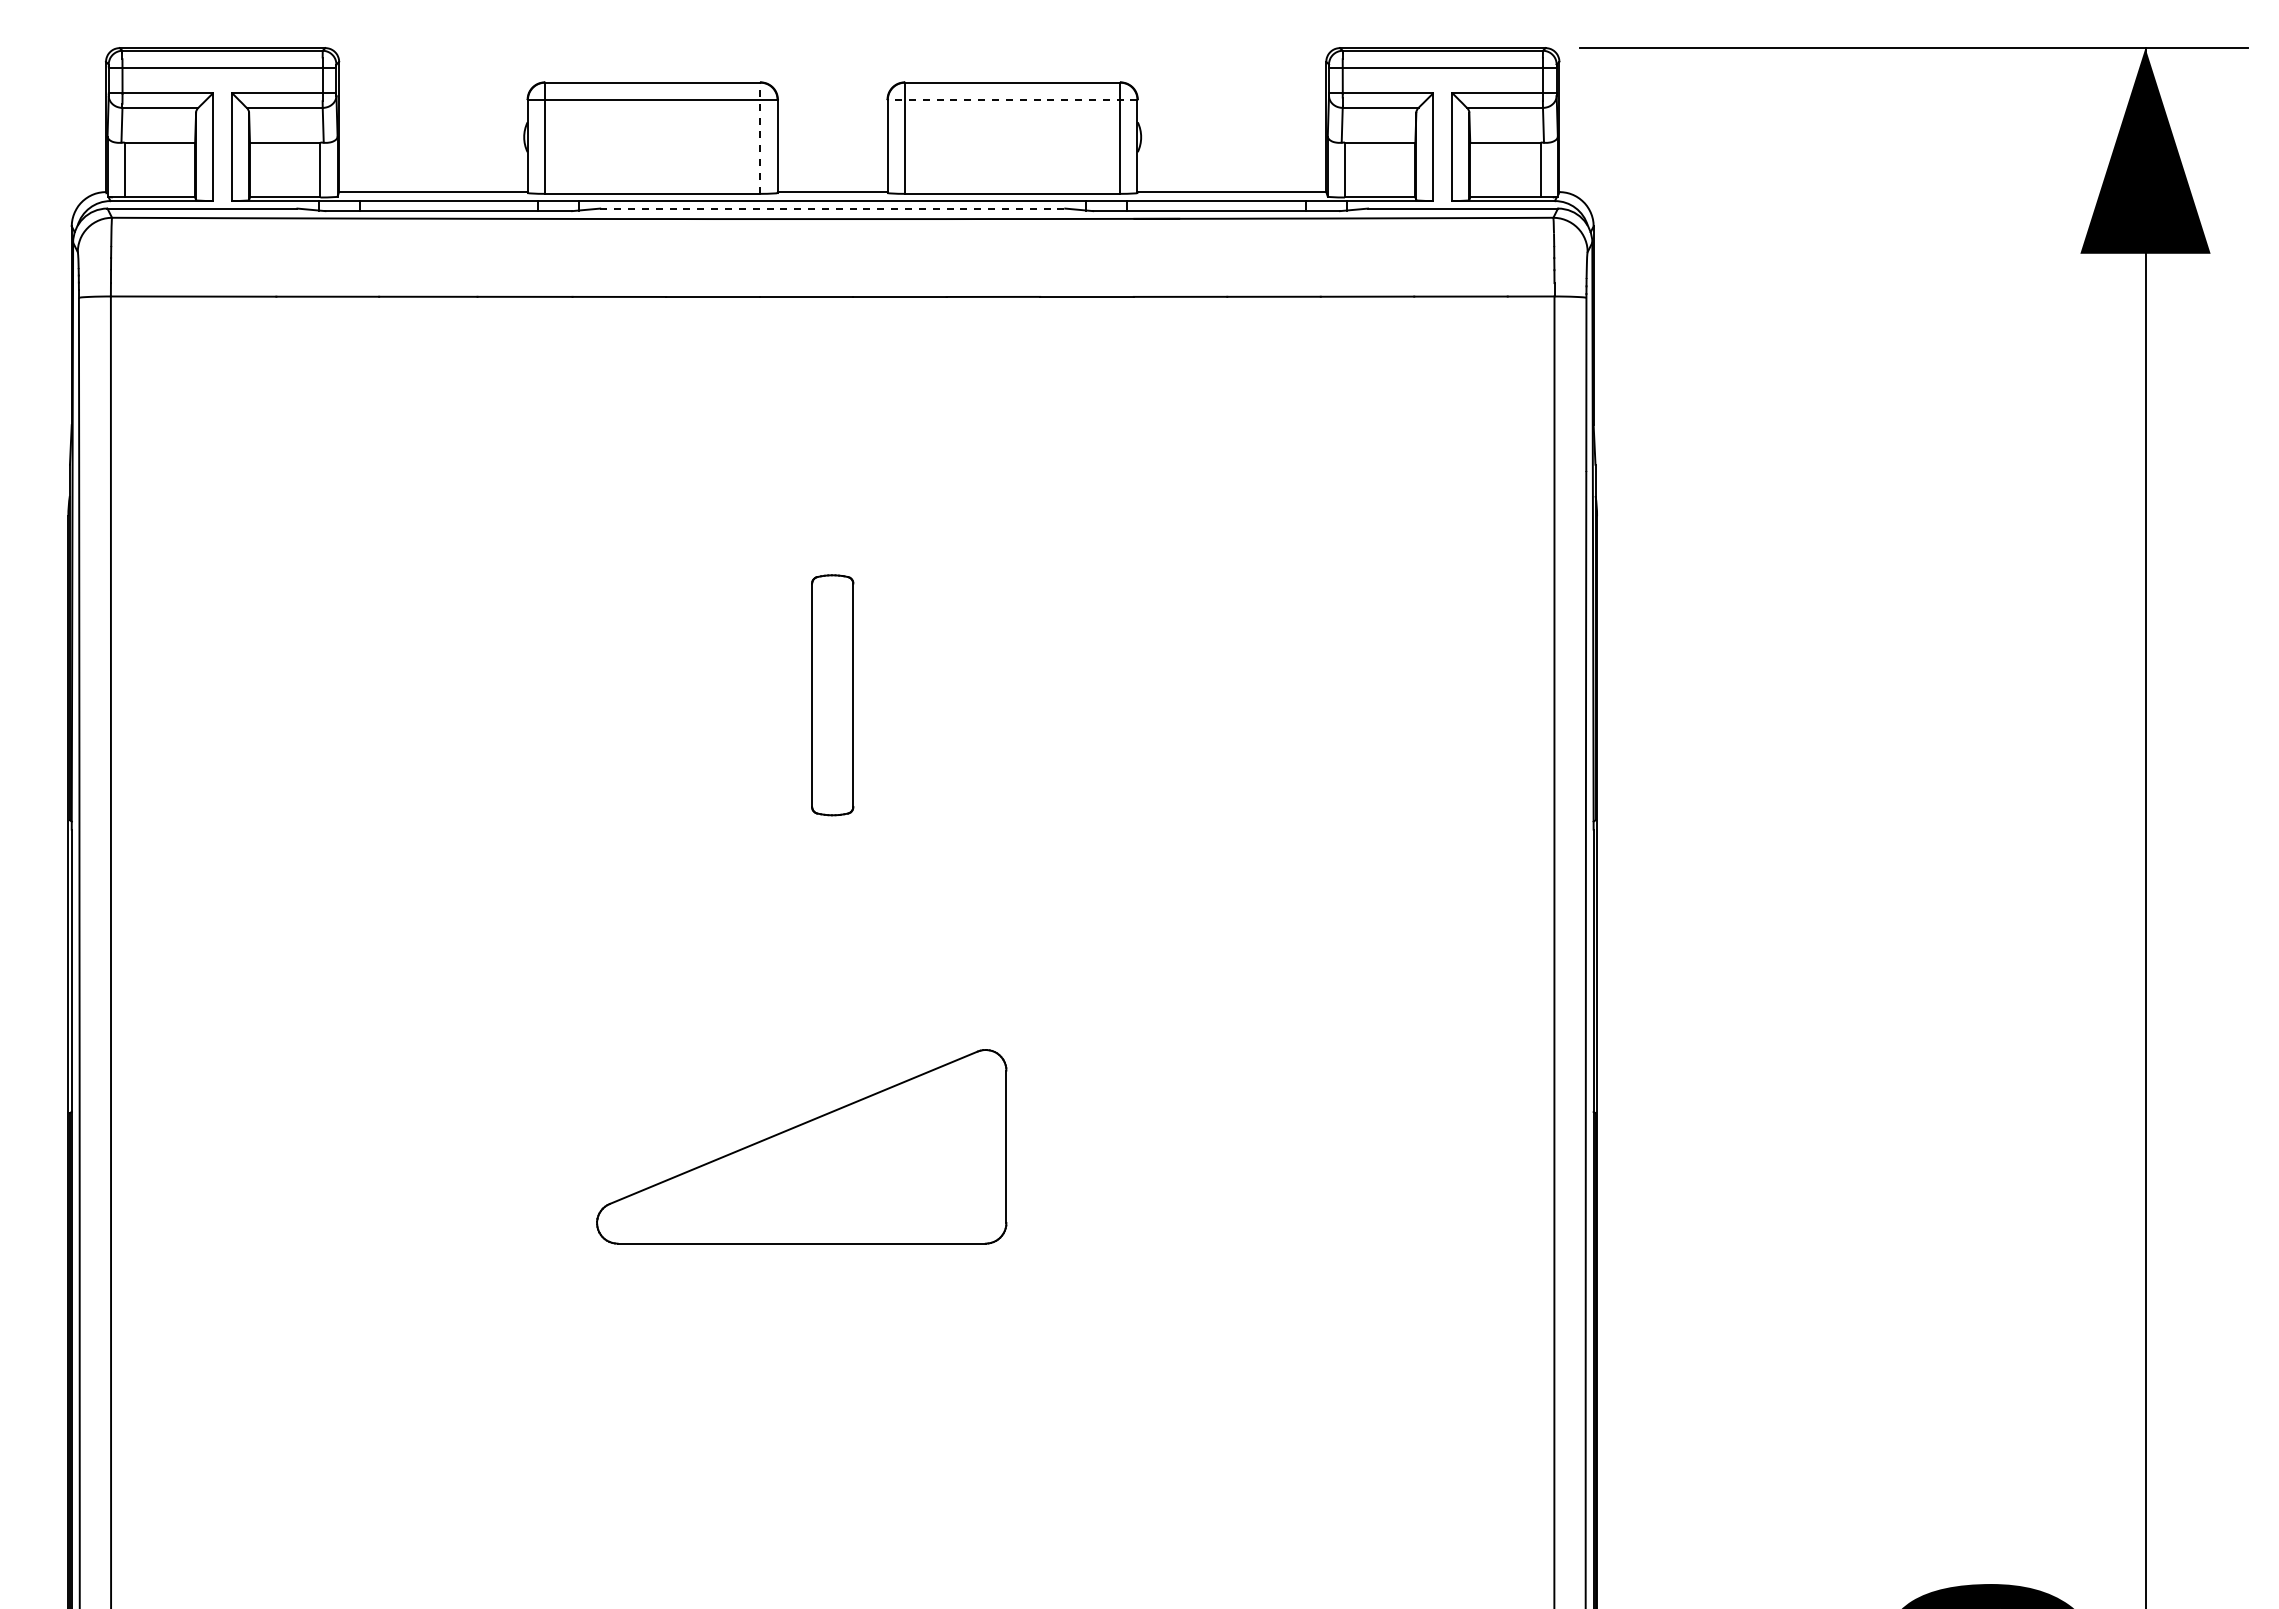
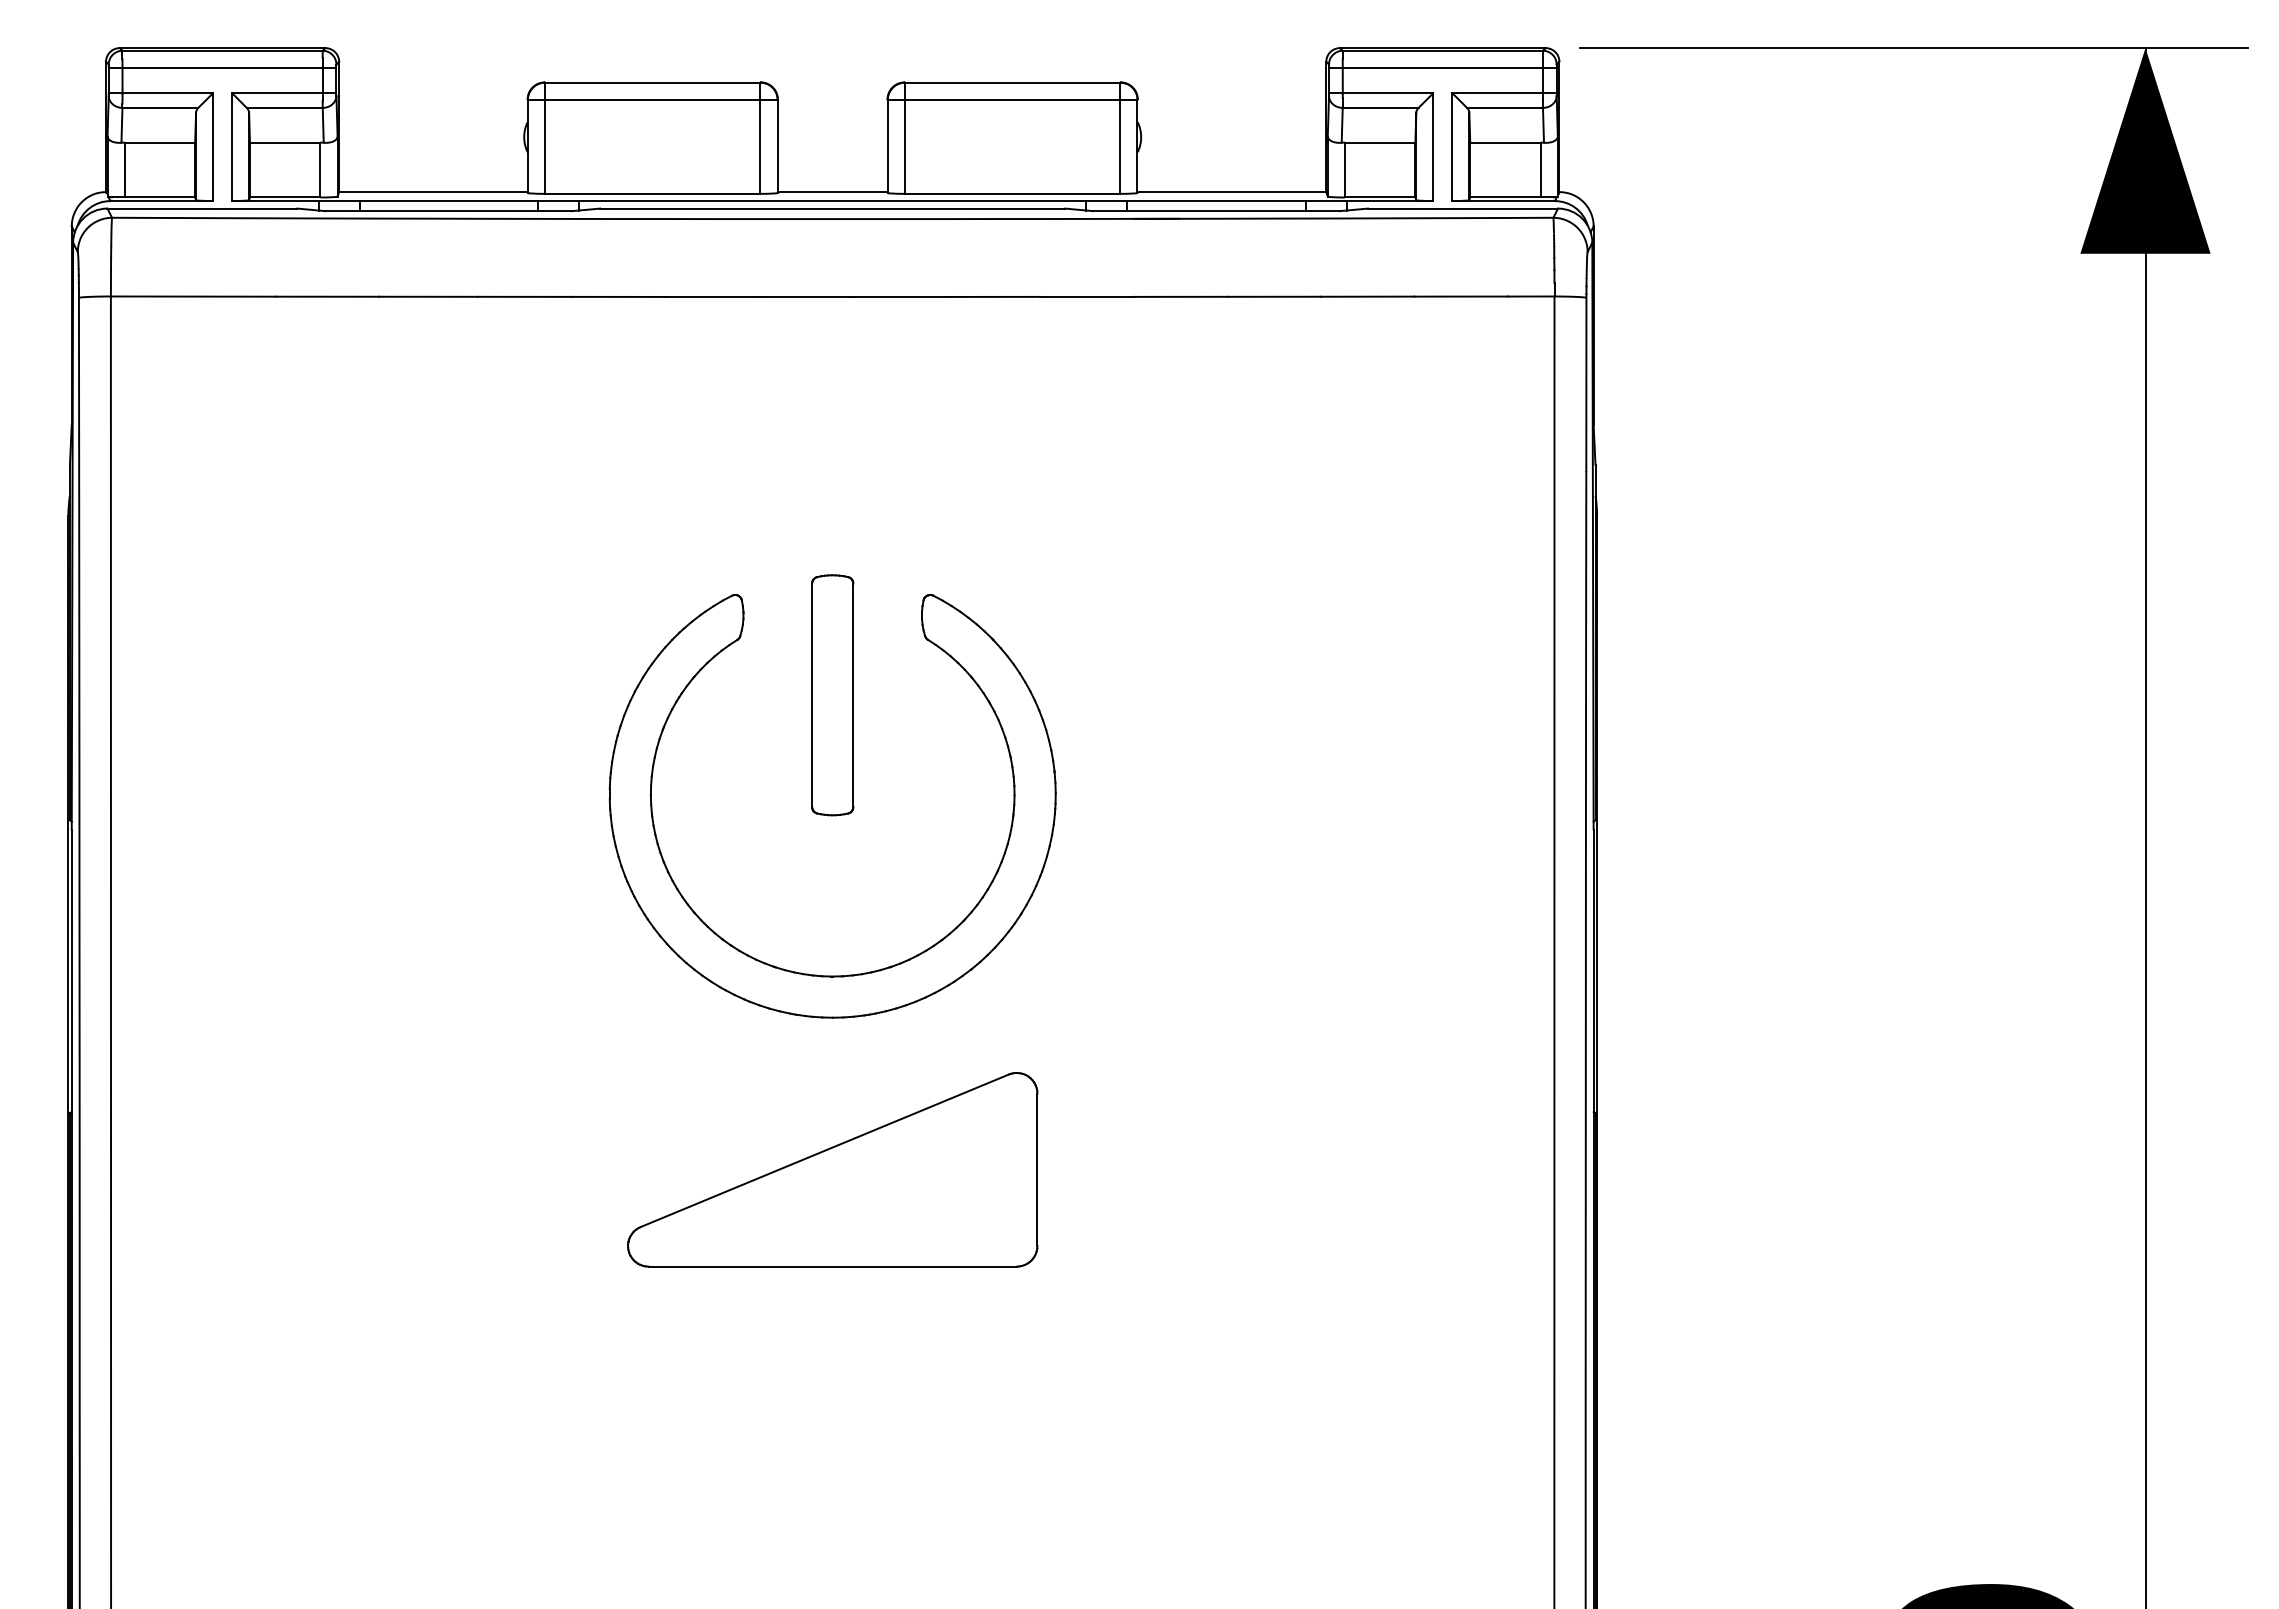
line at (1012, 99): dashed -> solid
line at (760, 138): dashed -> solid
line at (833, 208): dashed -> solid
part at (816, 974): none -> present
part at (801, 1146) position: (801, 1146) -> (832, 1169)
